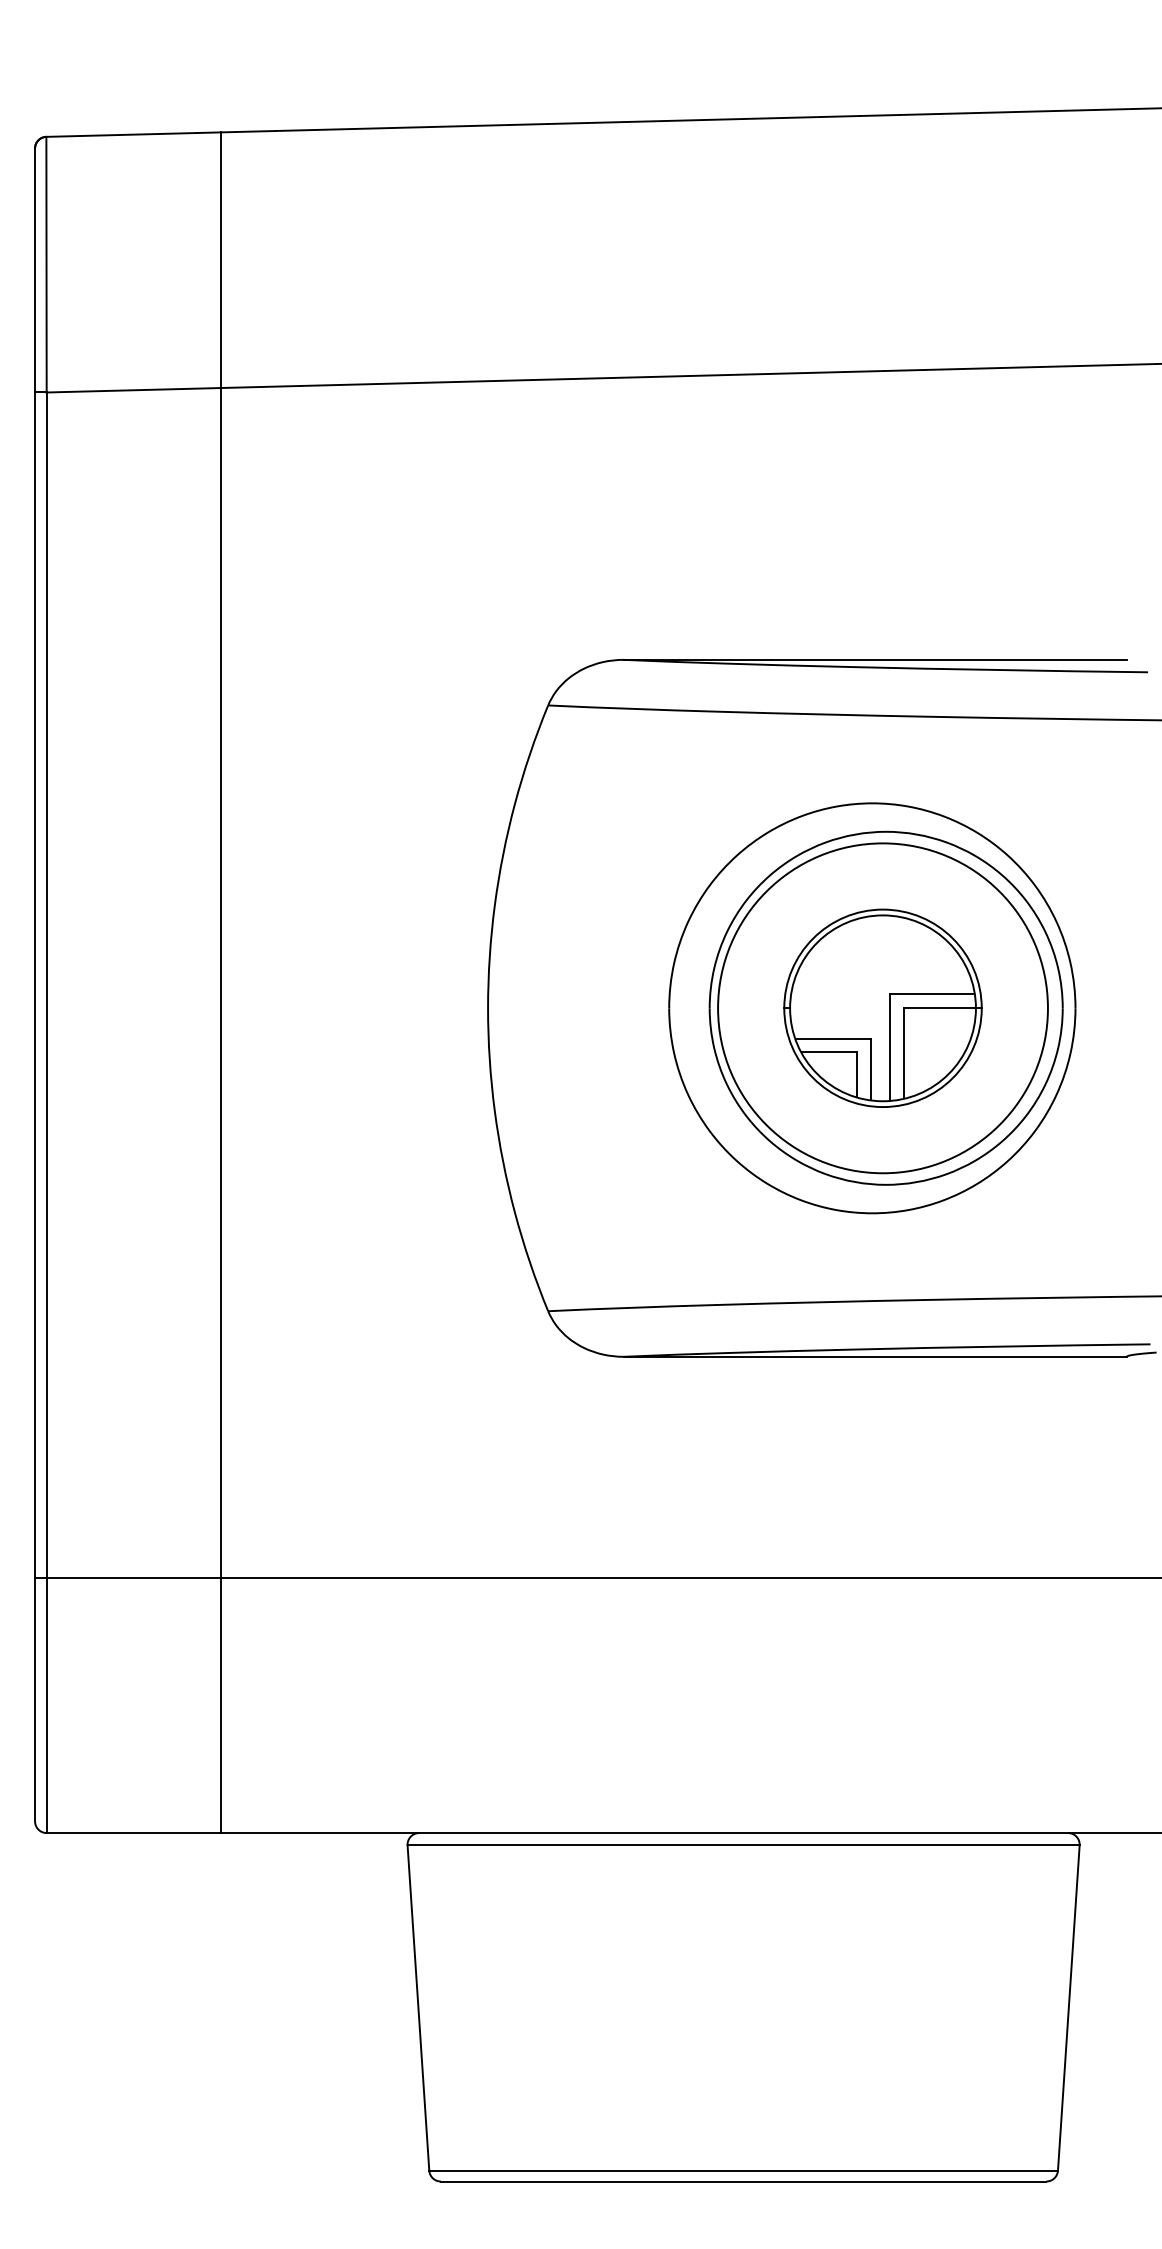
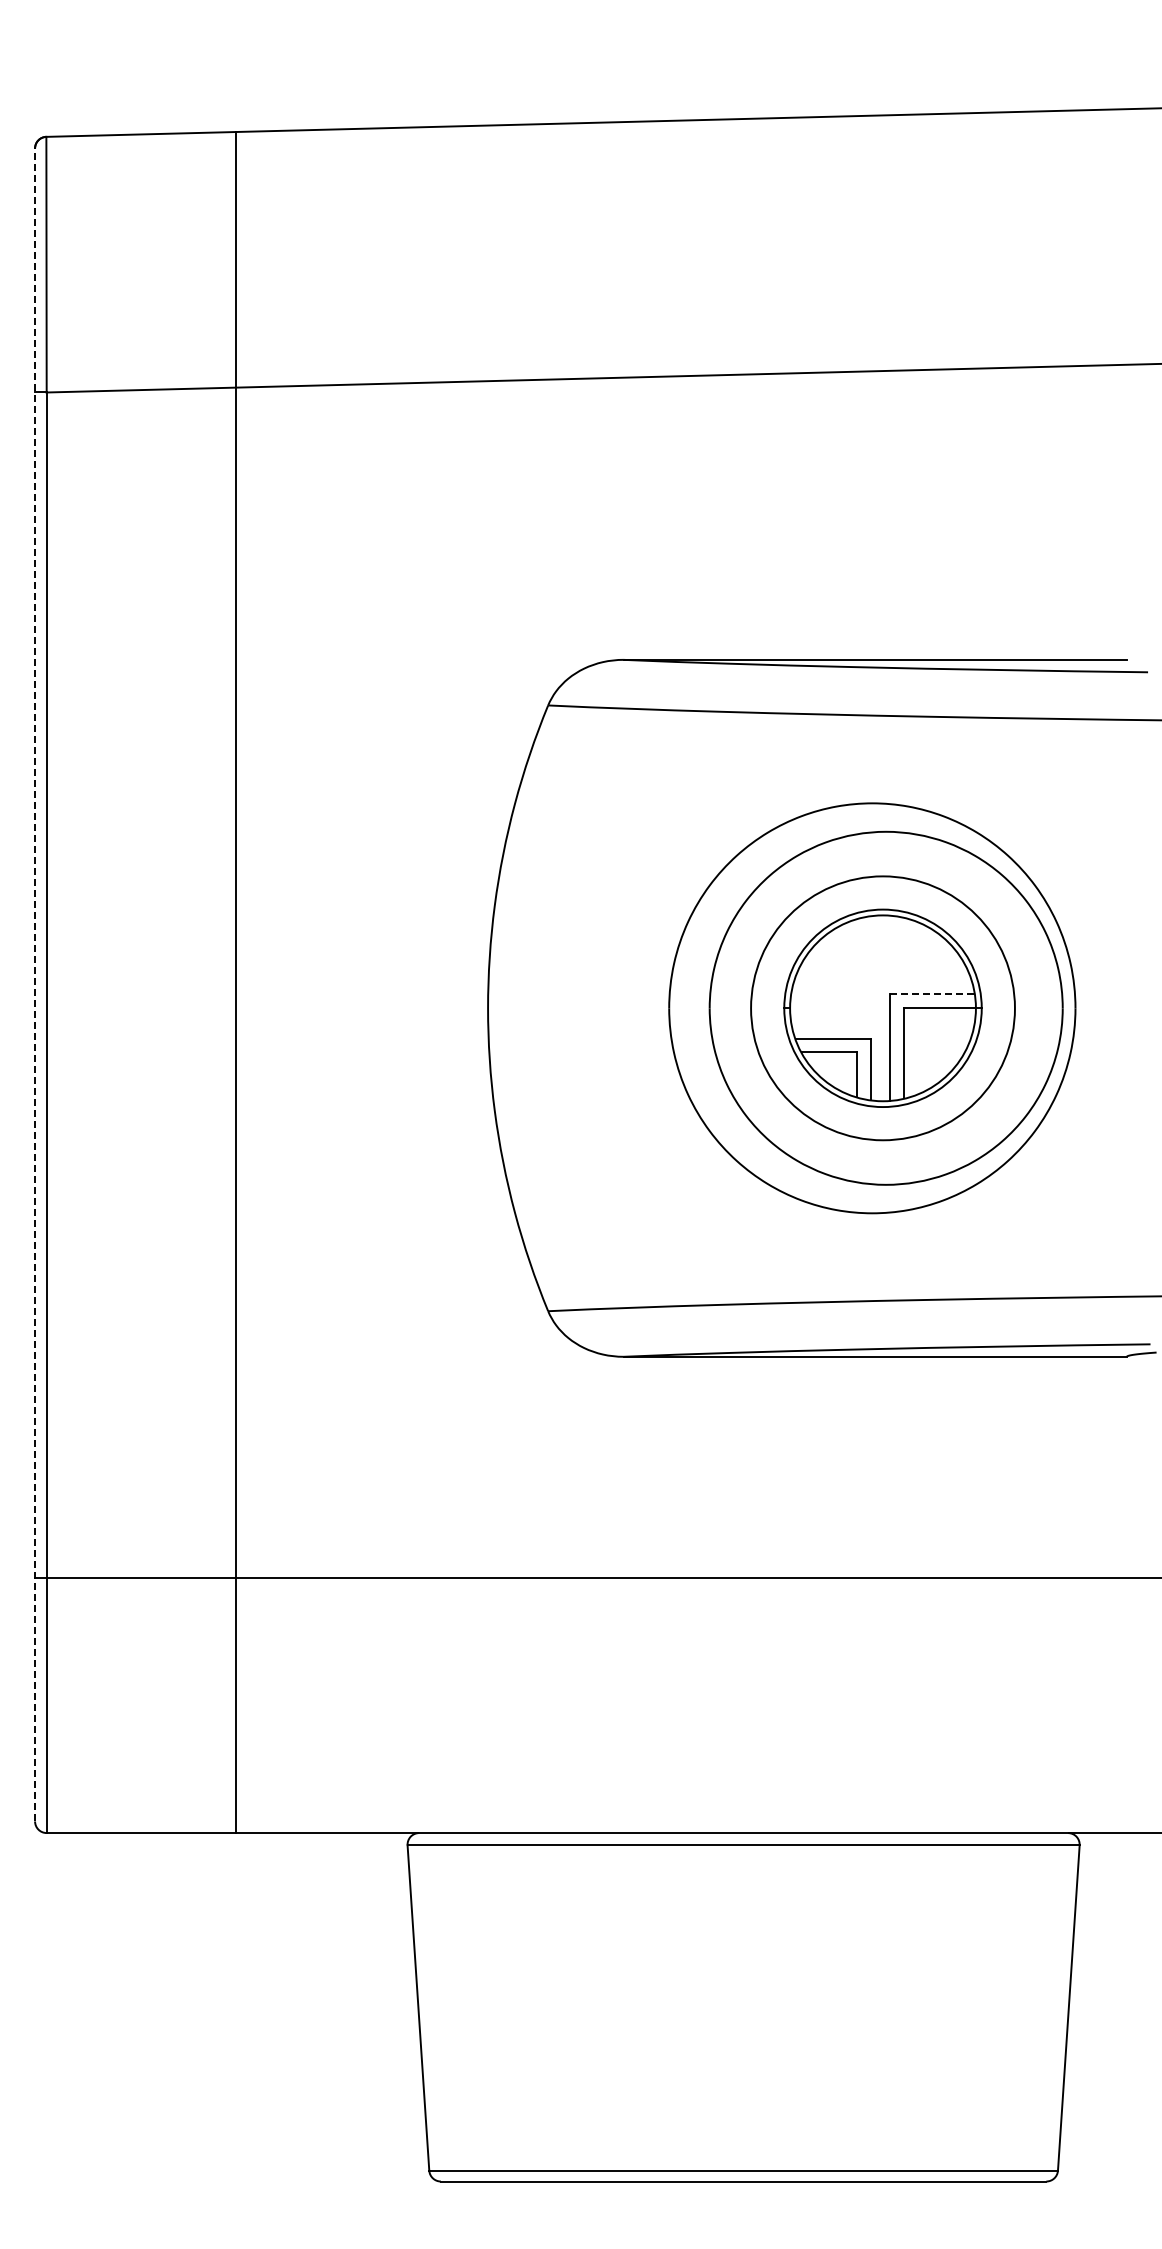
line at (220, 982) position: (220, 982) -> (235, 982)
line at (35, 984): solid -> dashed
line at (931, 994): solid -> dashed
circle at (882, 1008) diameter: 330 px -> 264 px
